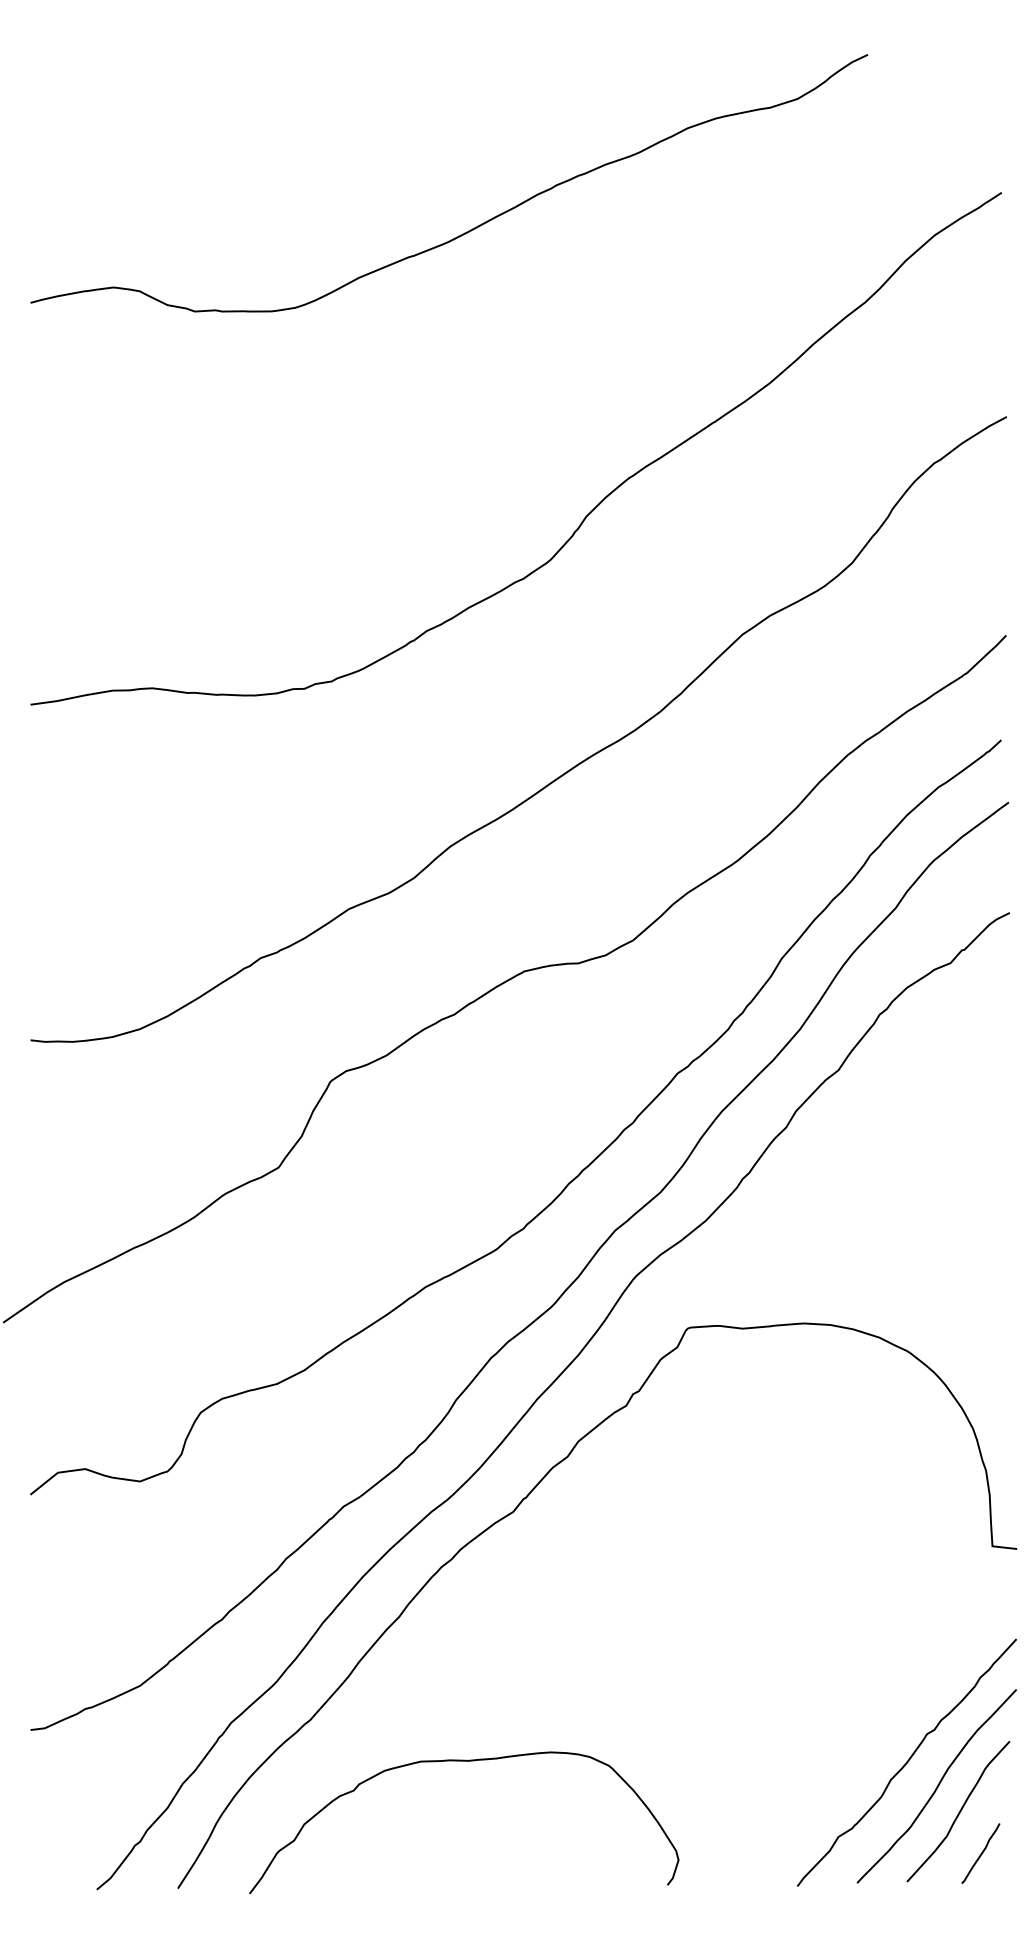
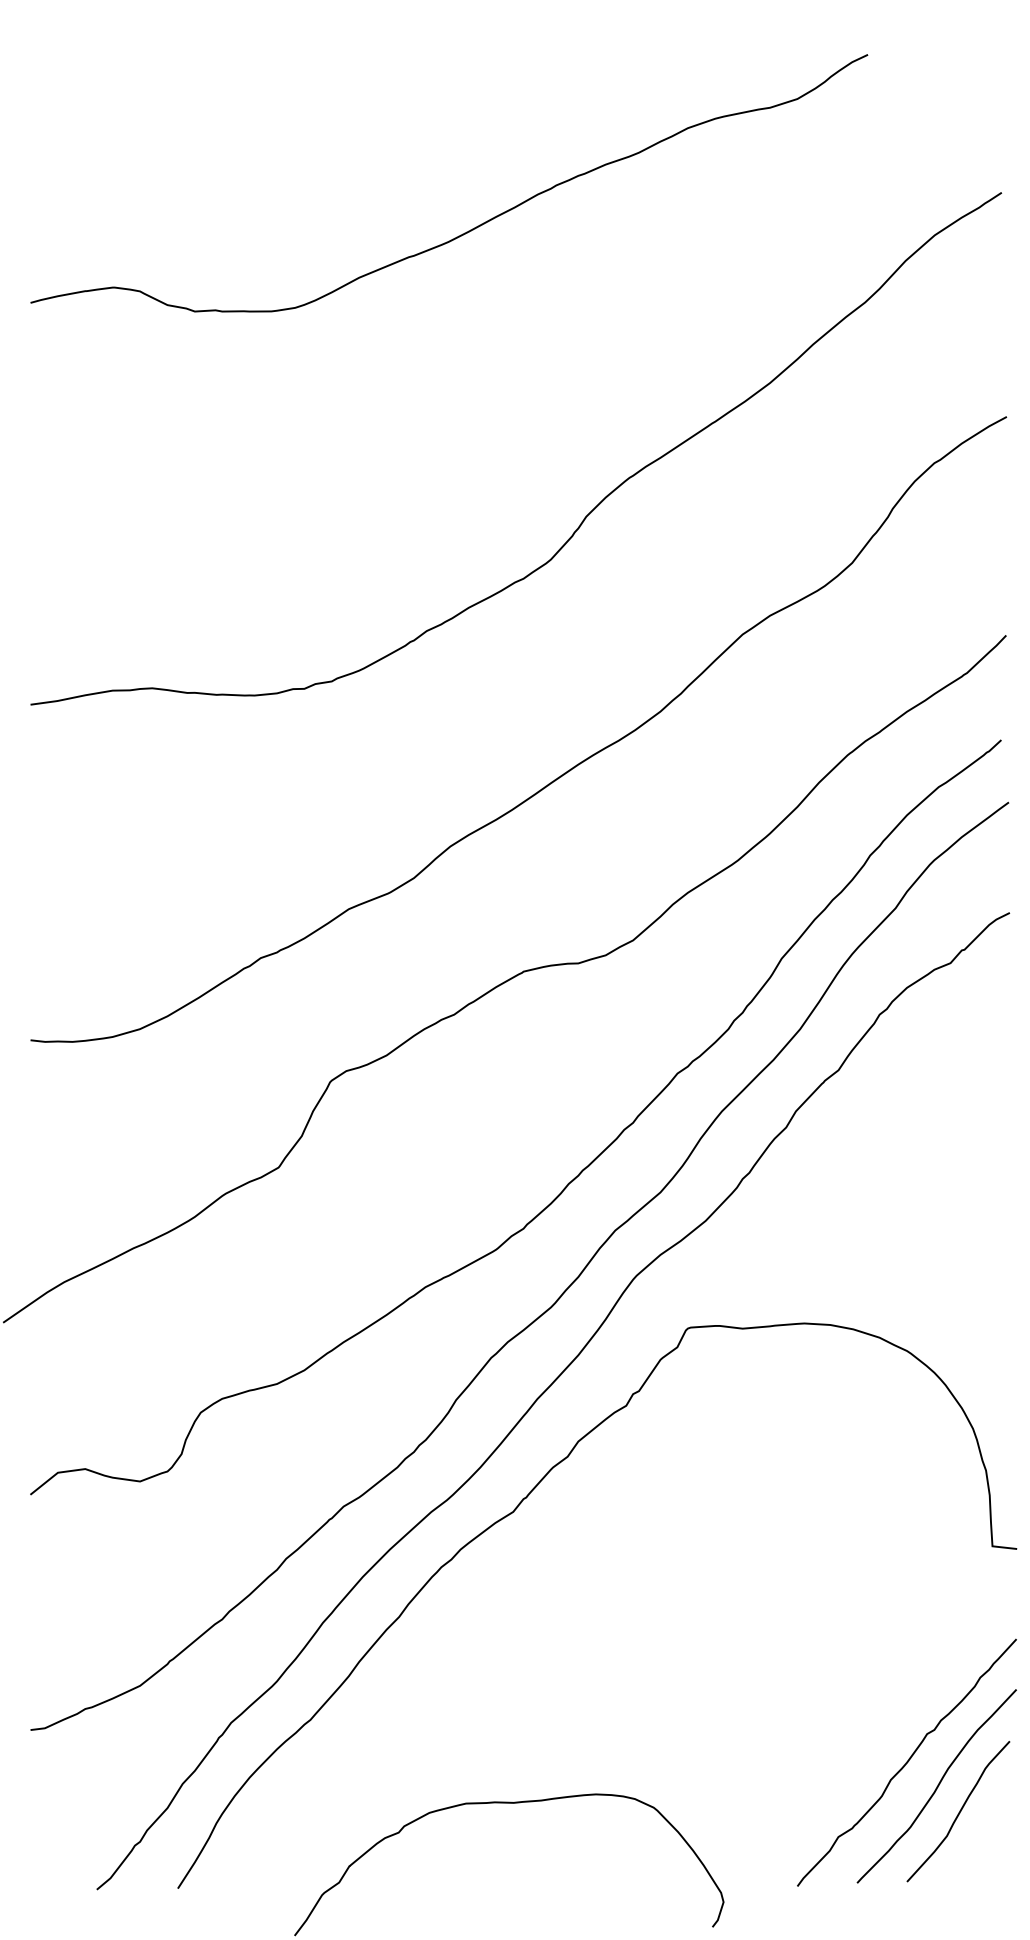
curve at (464, 1761) position: (464, 1761) -> (509, 1803)
curve at (980, 1853): present -> none
